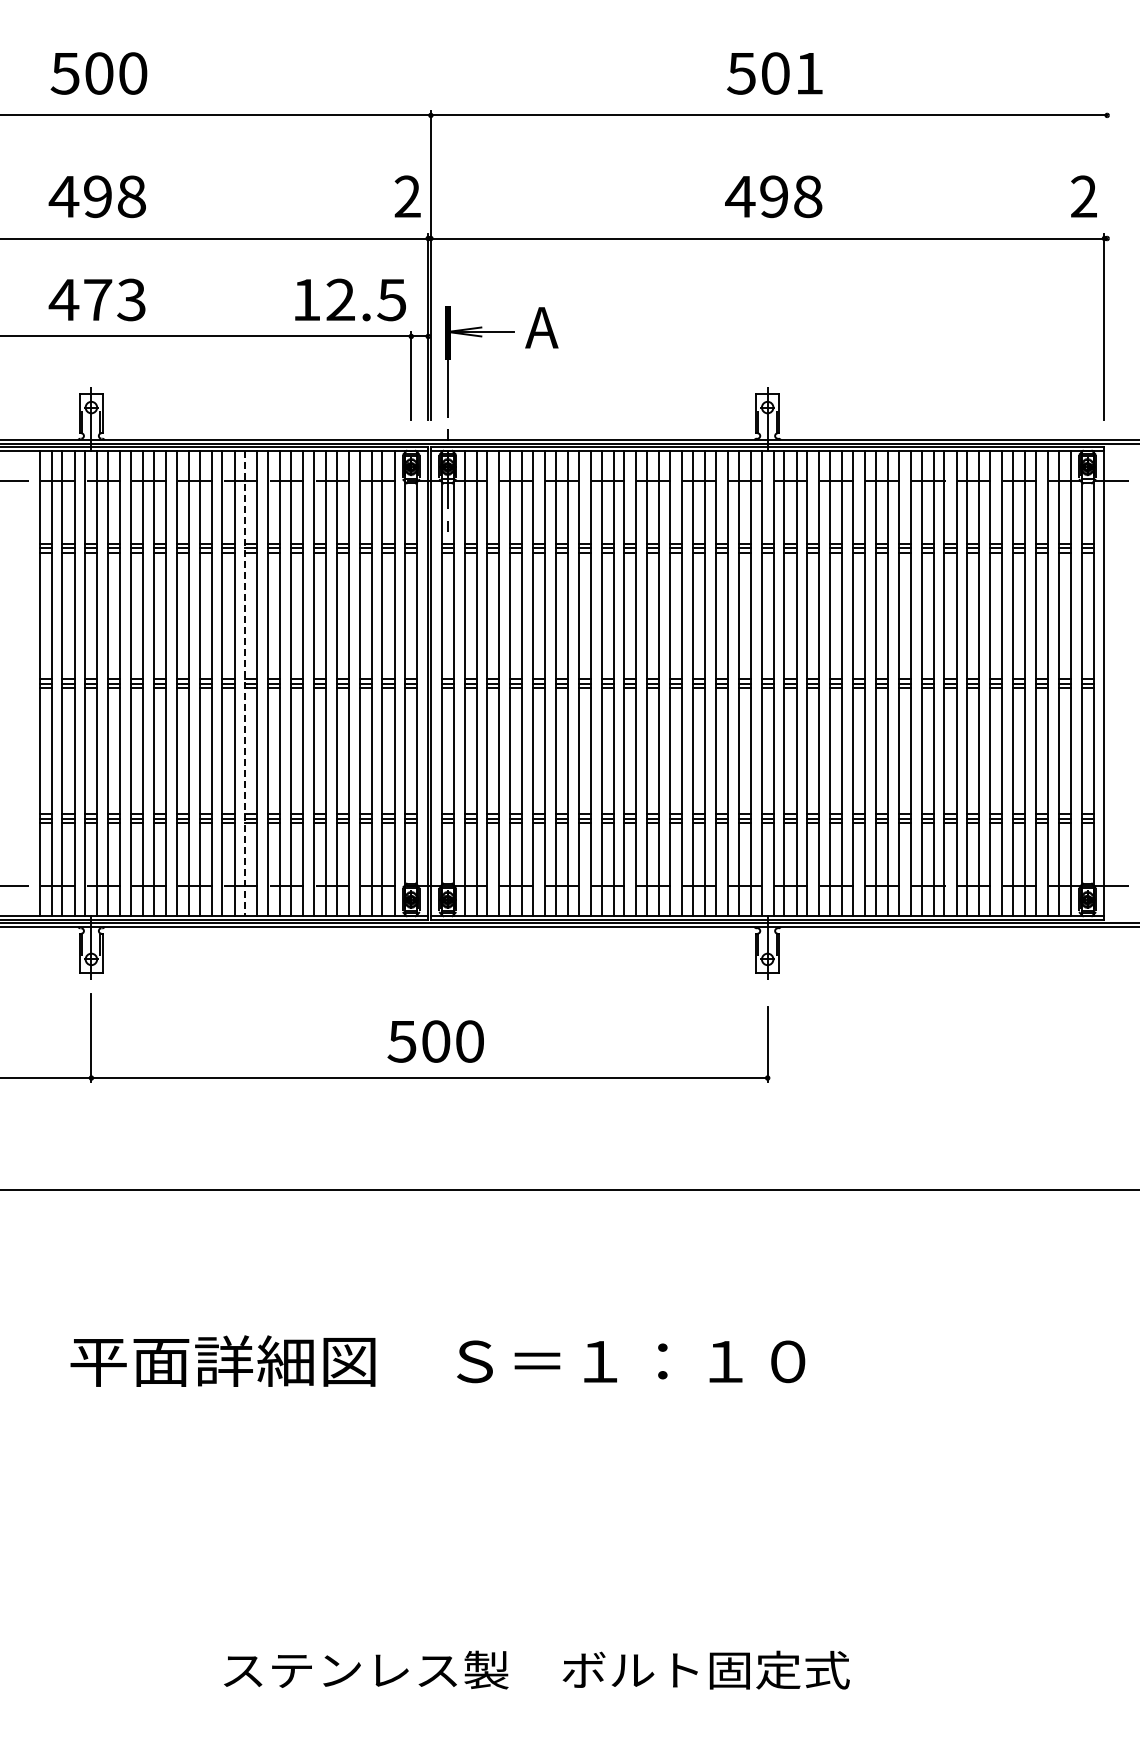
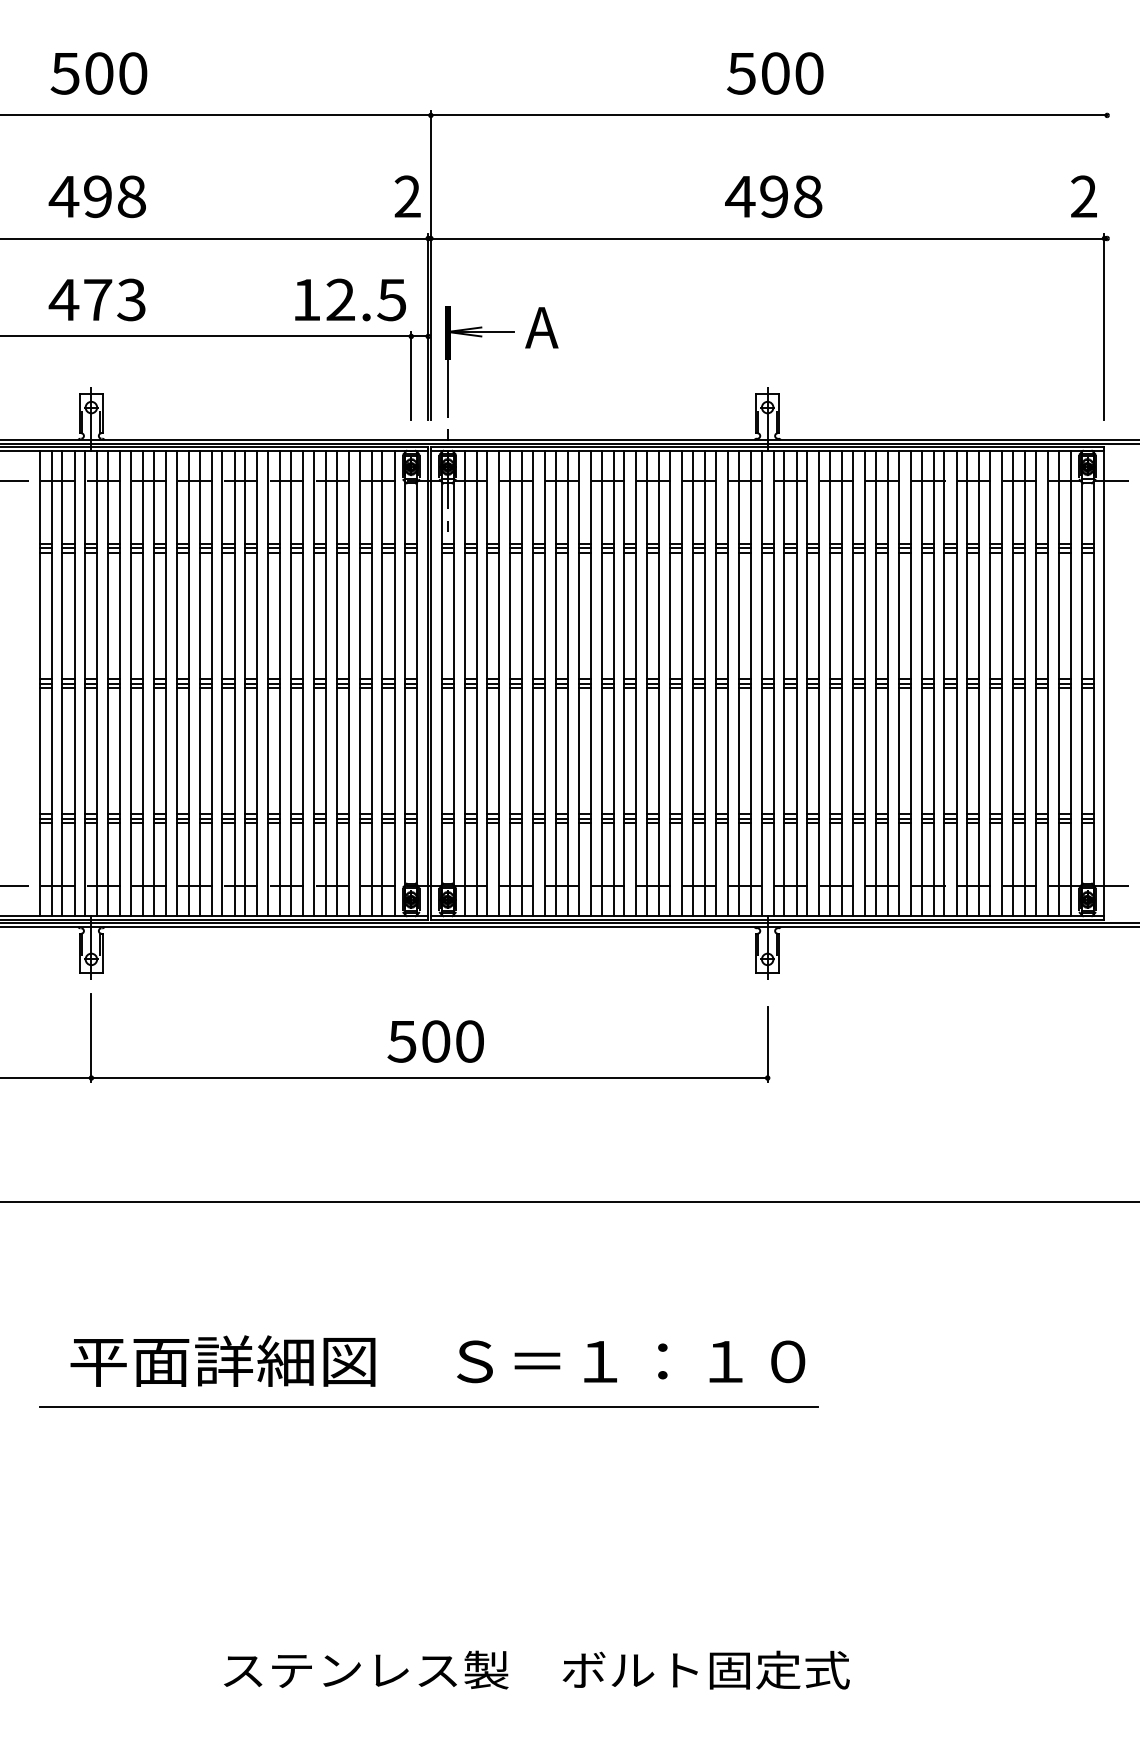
text at (809, 73): 501 -> 500
line at (245, 683): dashed -> solid
line at (569, 1190) position: (569, 1190) -> (569, 1202)
line at (428, 1406): none -> present
